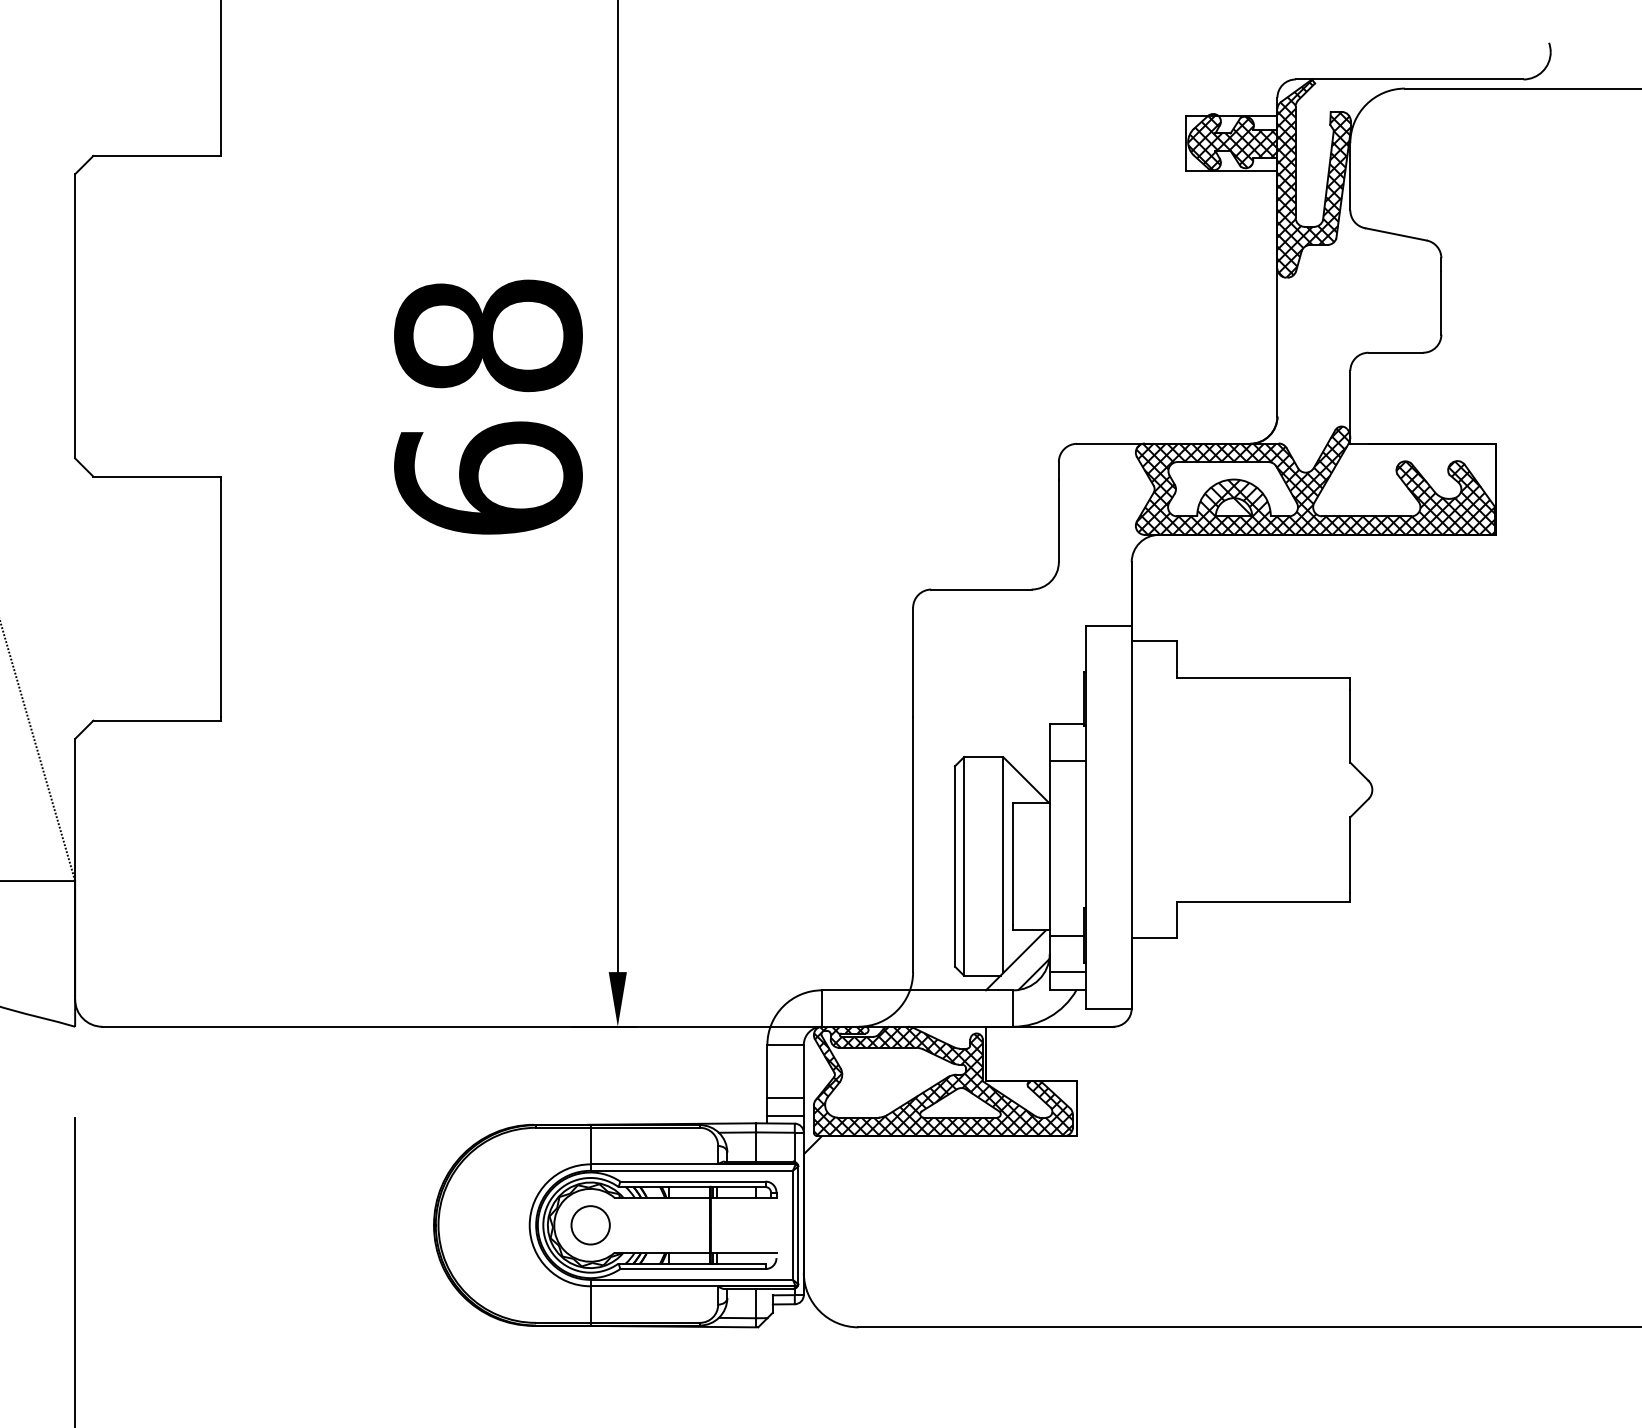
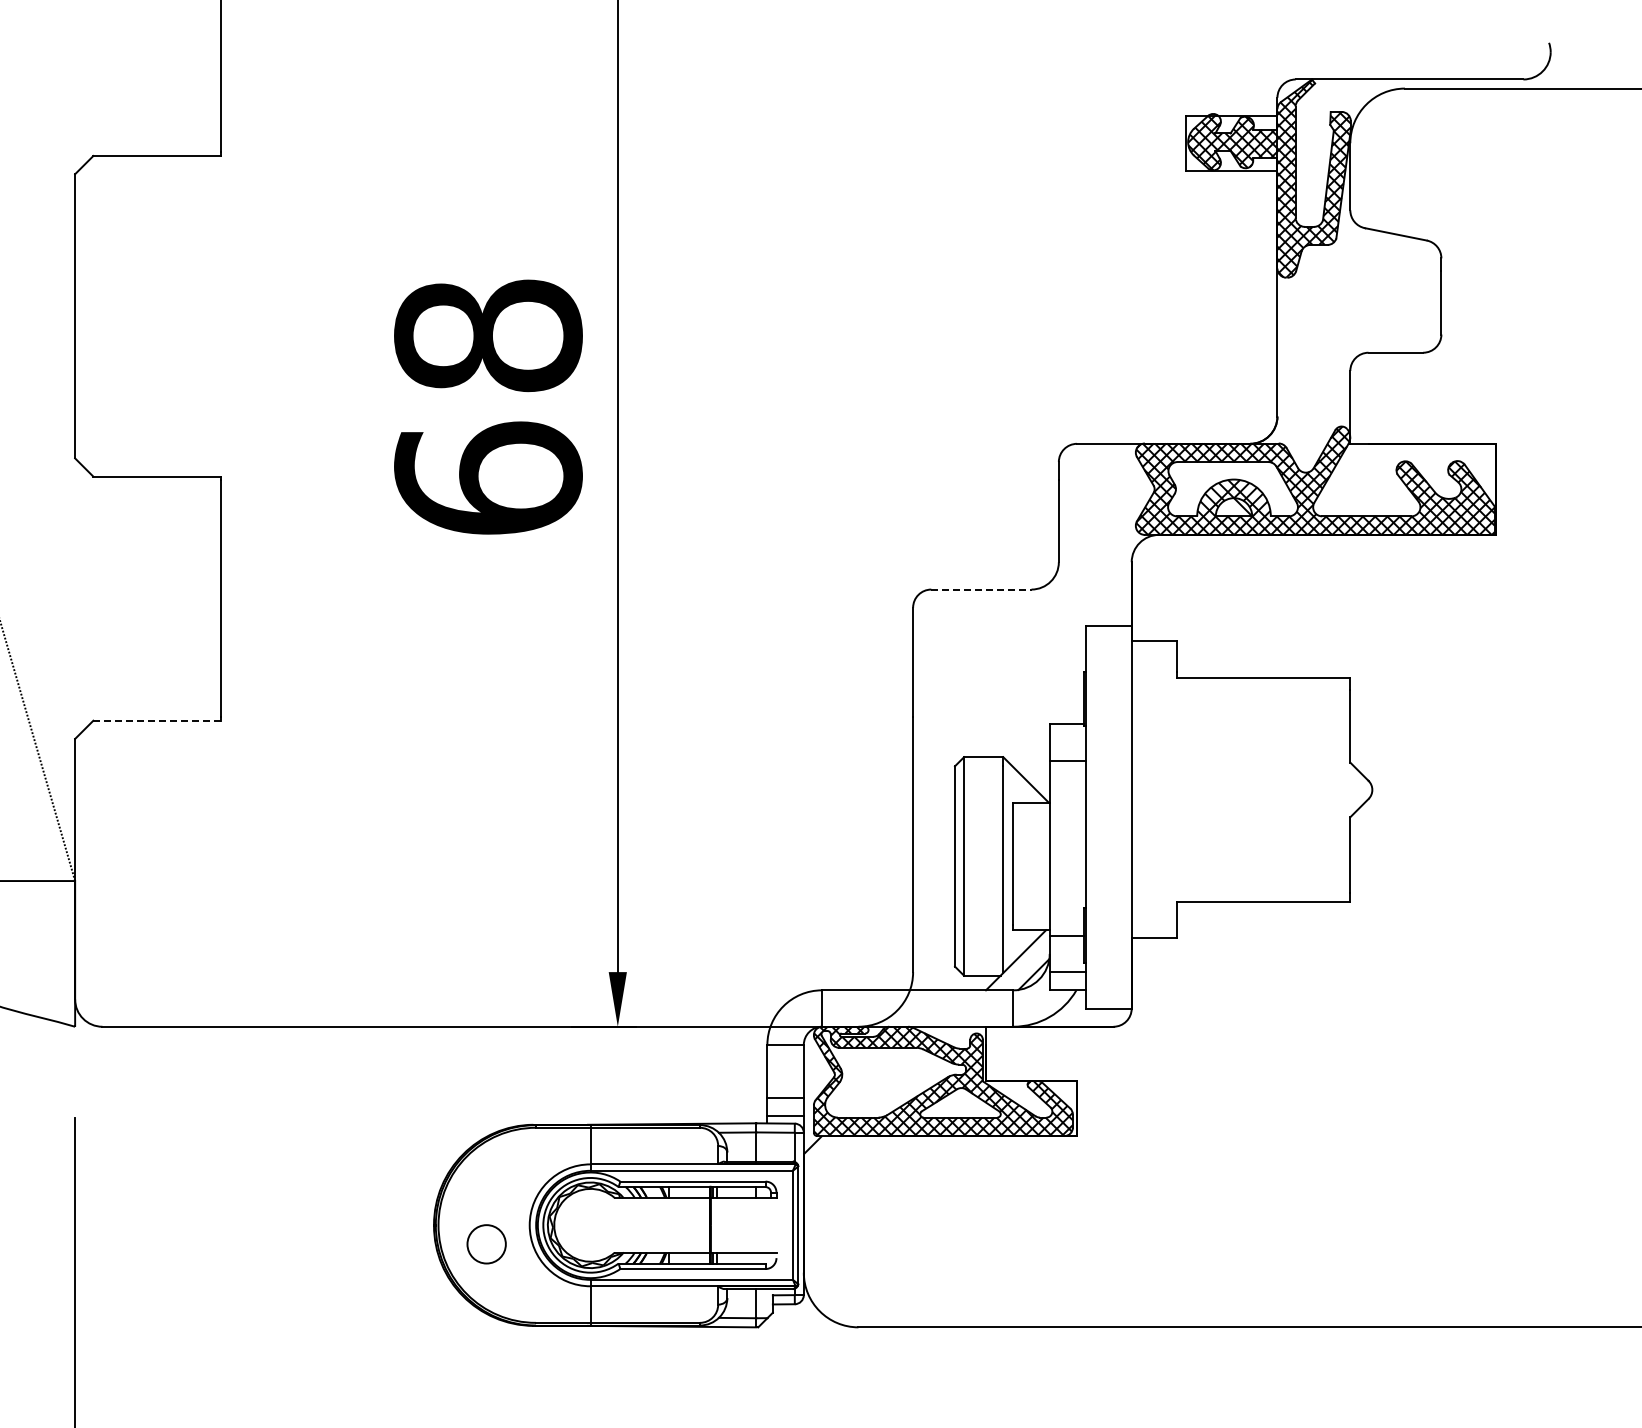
line at (981, 589): solid -> dashed
line at (157, 720): solid -> dashed
circle at (590, 1225) position: (590, 1225) -> (486, 1244)
